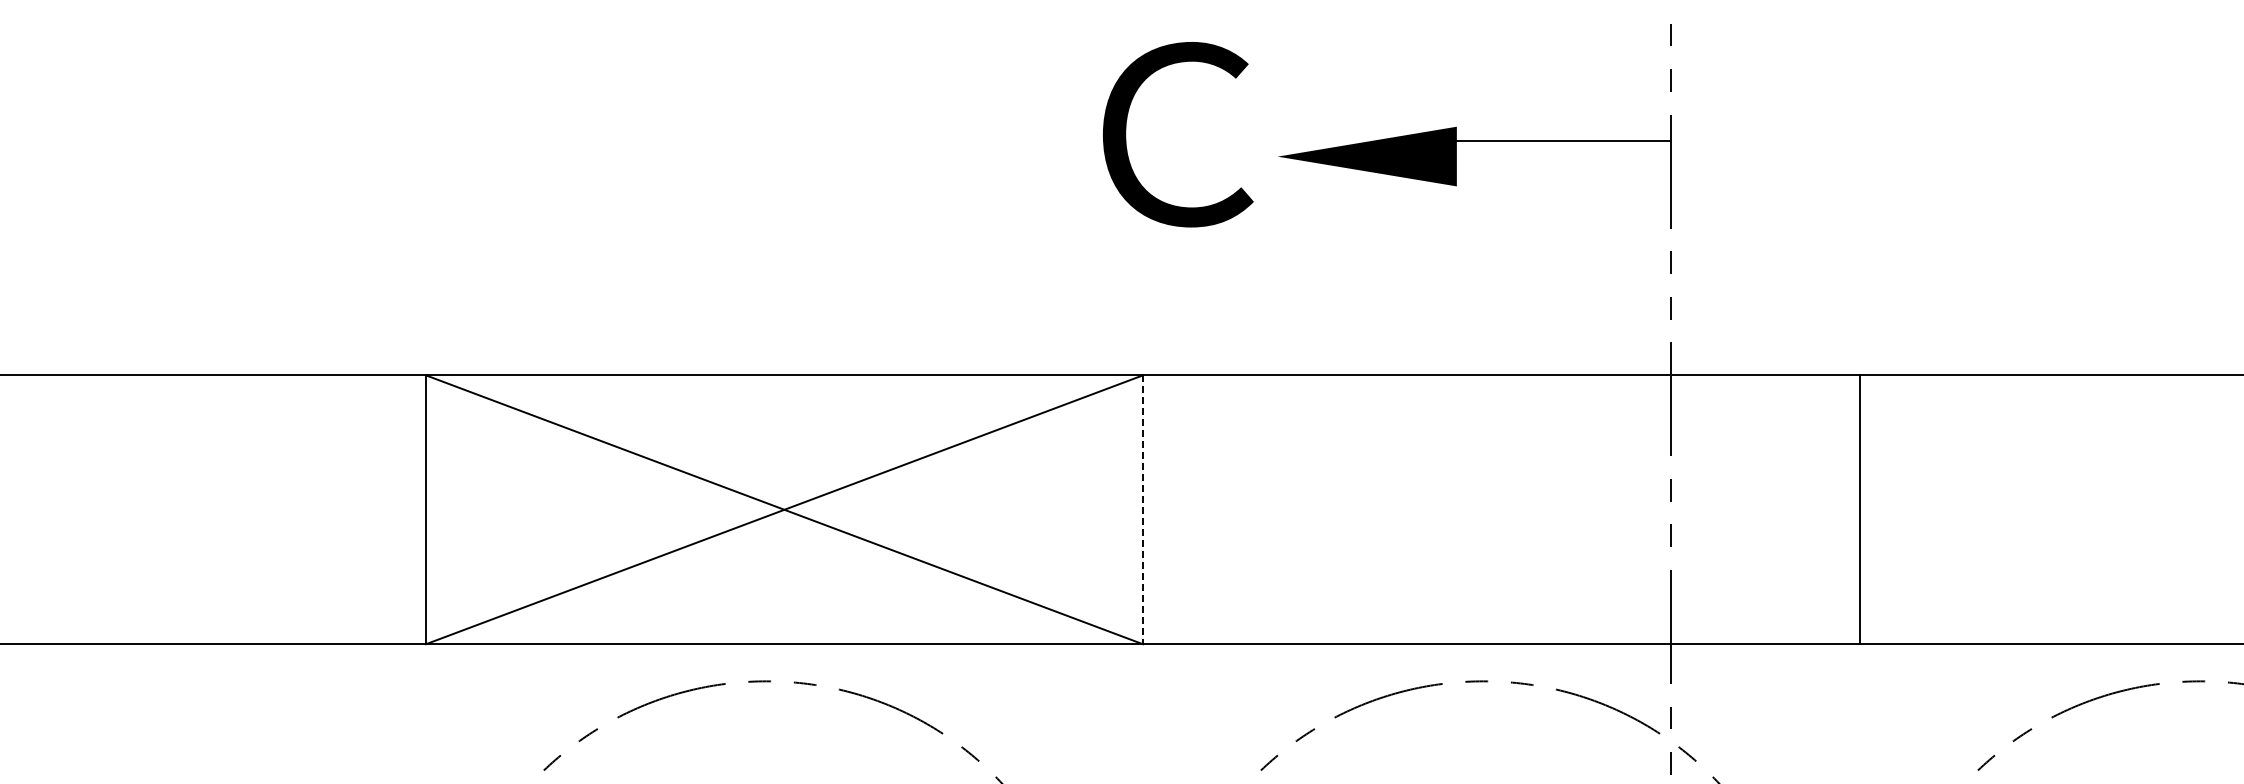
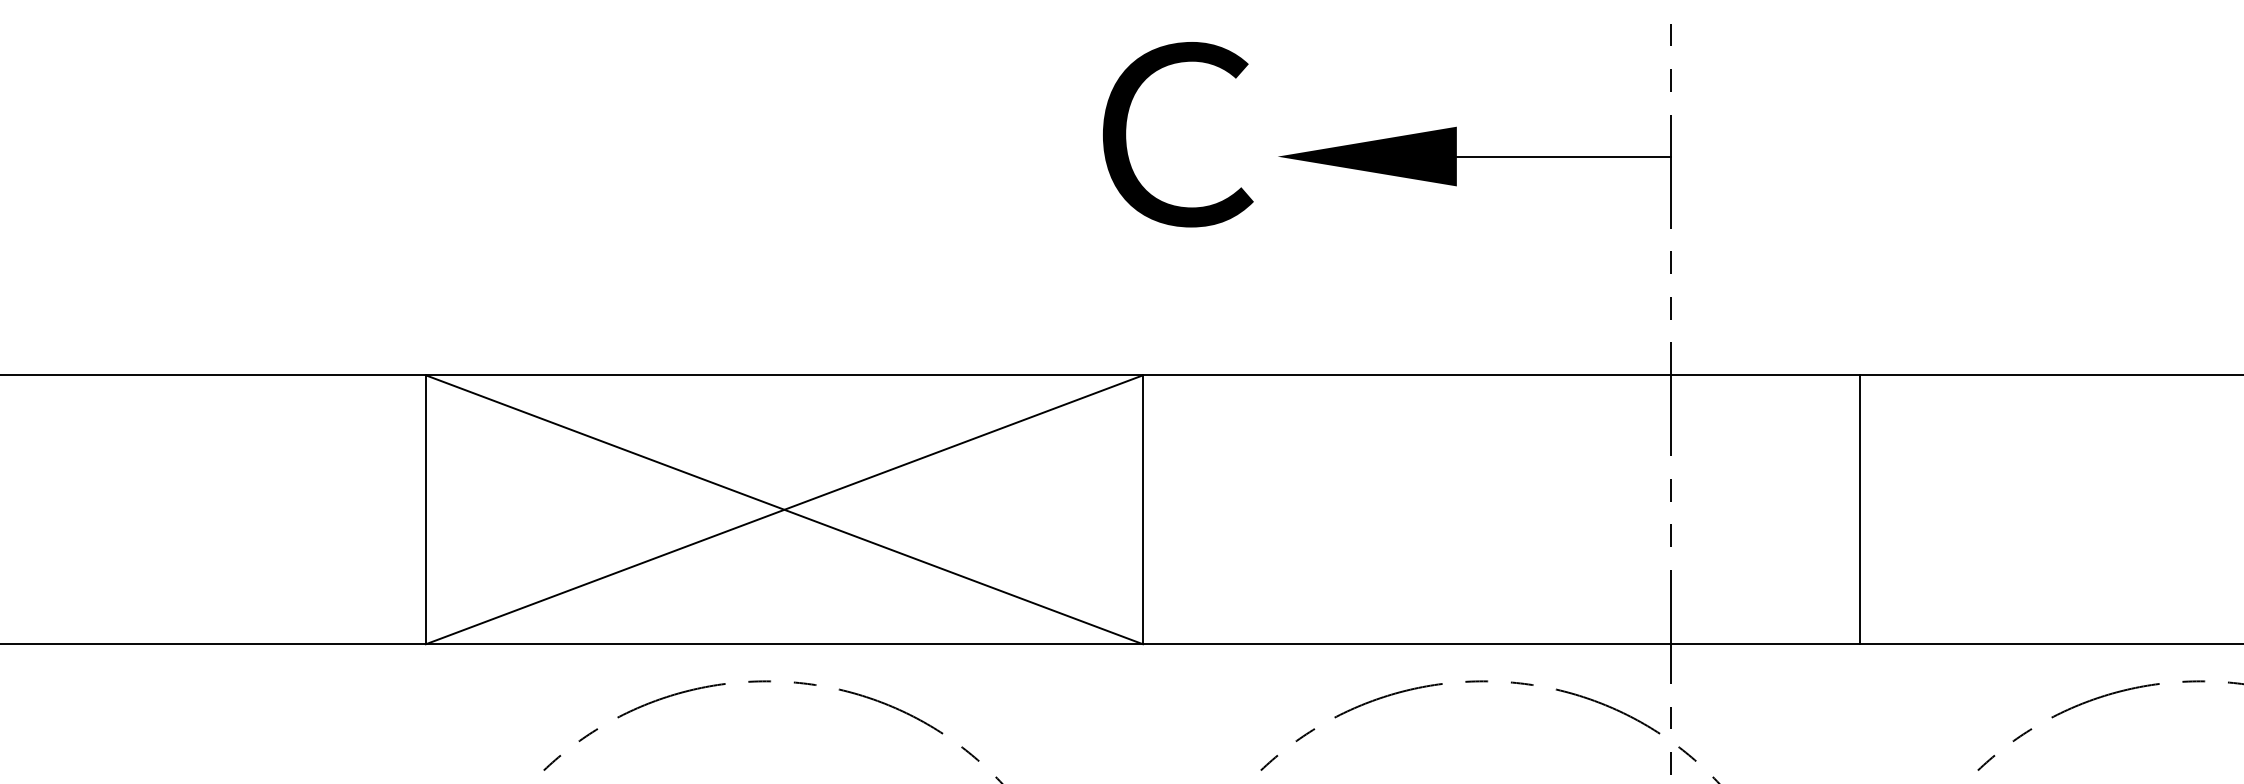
line at (1563, 140) position: (1563, 140) -> (1563, 156)
line at (1142, 510): dashed -> solid
